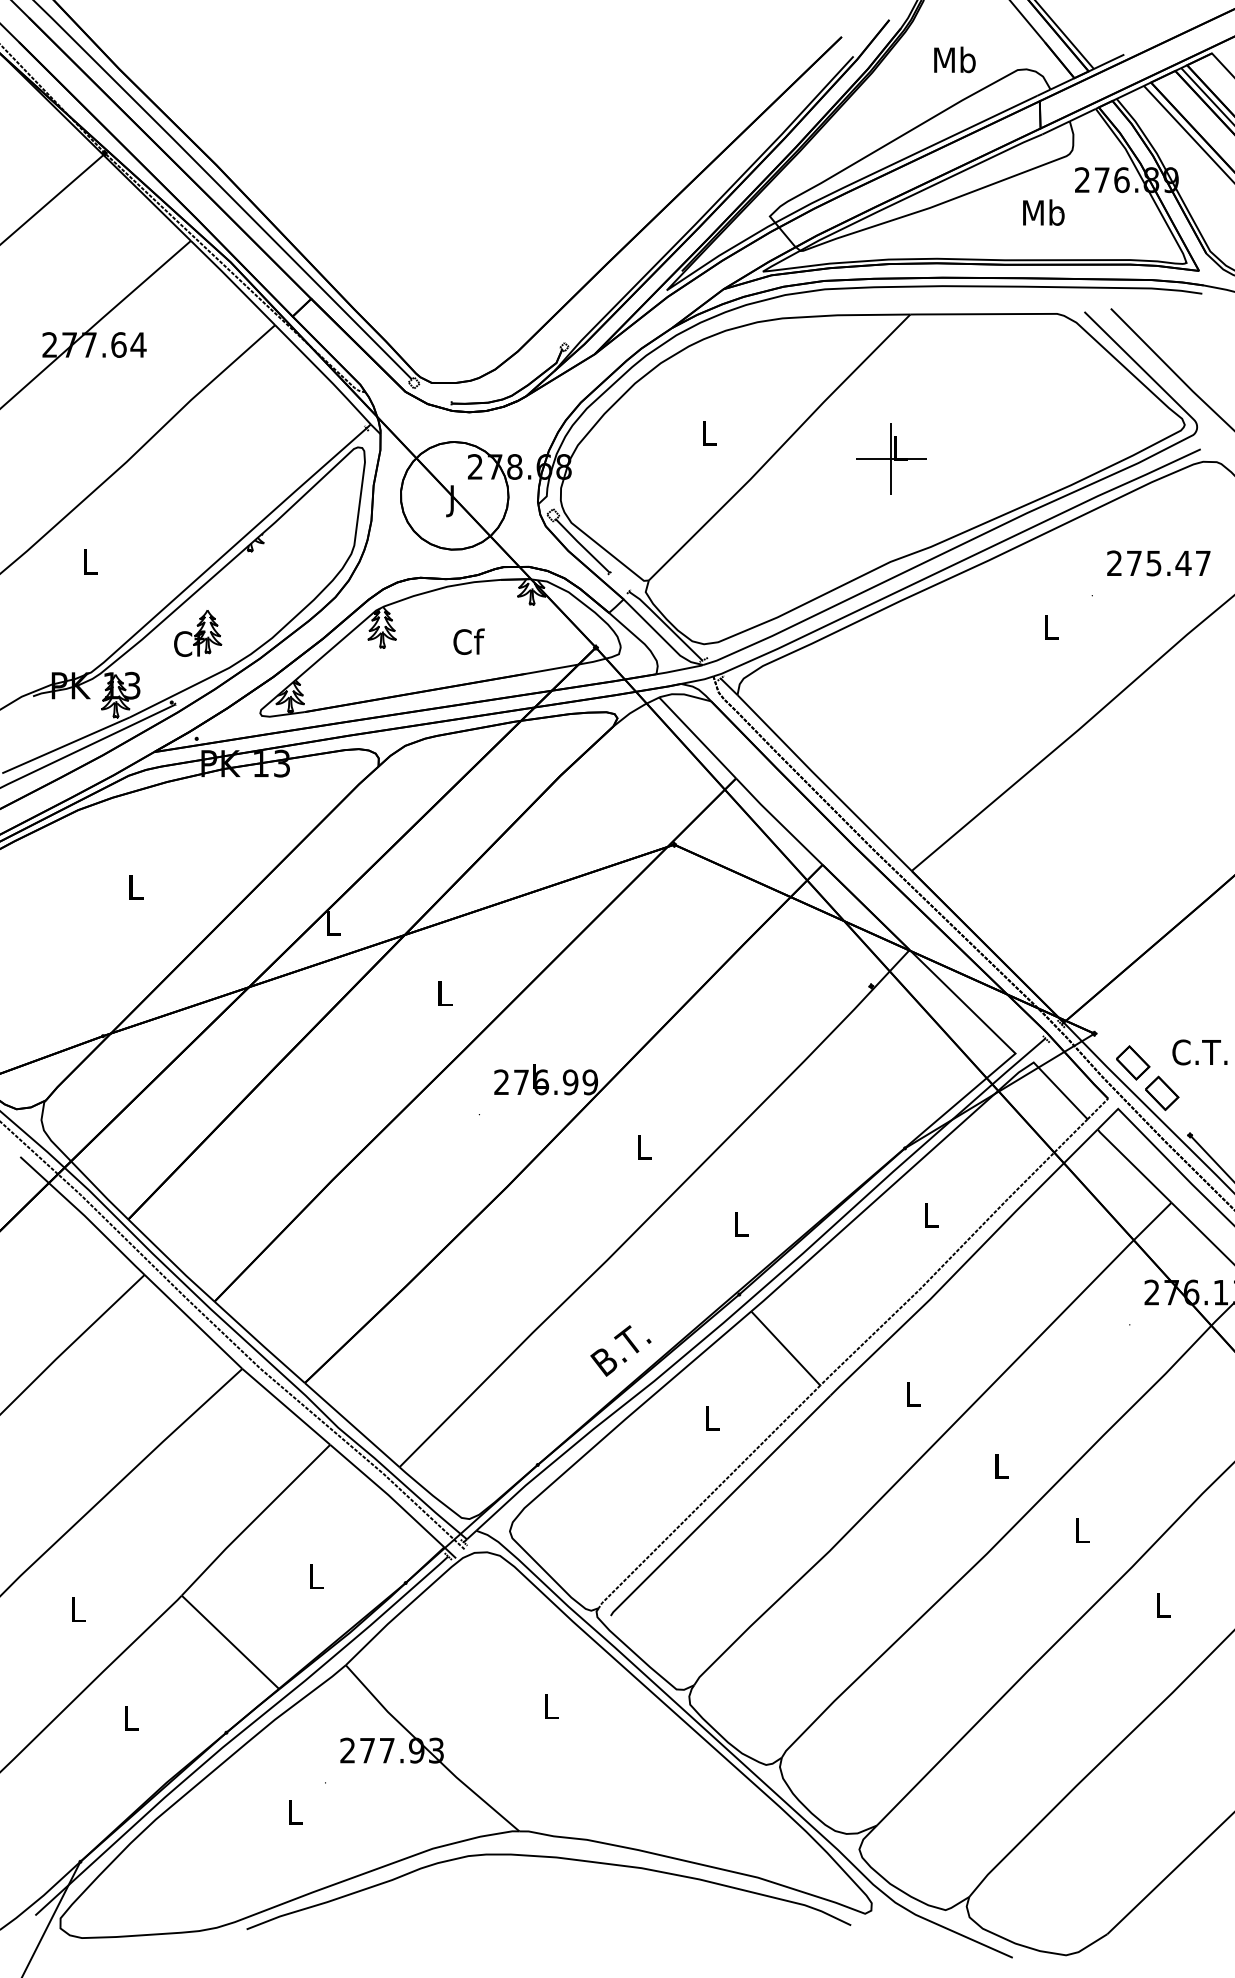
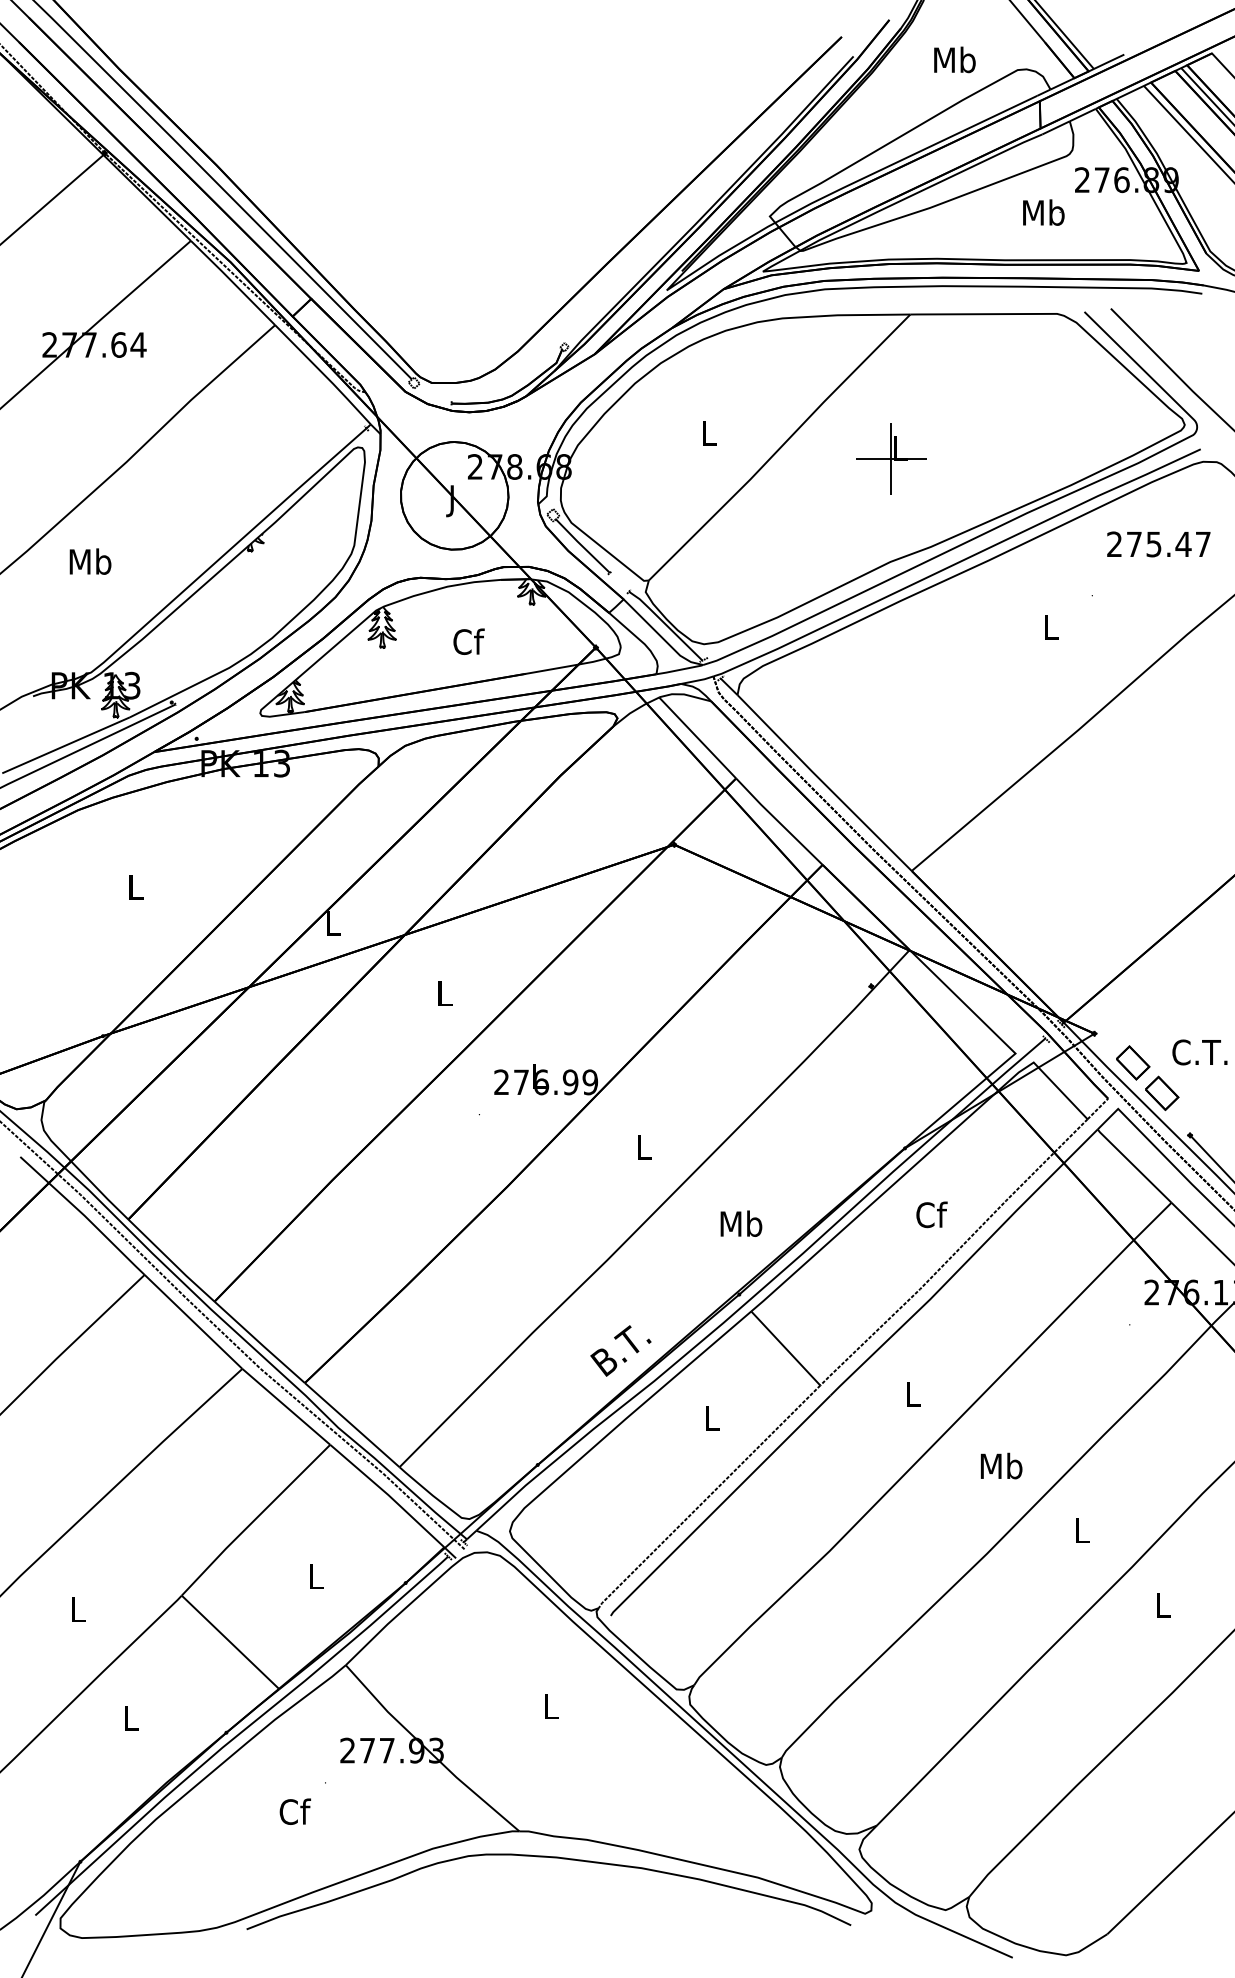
text at (90, 561): L -> Mb
text at (1158, 563) position: (1158, 563) -> (1158, 544)
part at (198, 633): present -> none
text at (931, 1214): L -> Cf
text at (741, 1223): L -> Mb
text at (1001, 1465): L -> Mb
text at (295, 1811): L -> Cf
